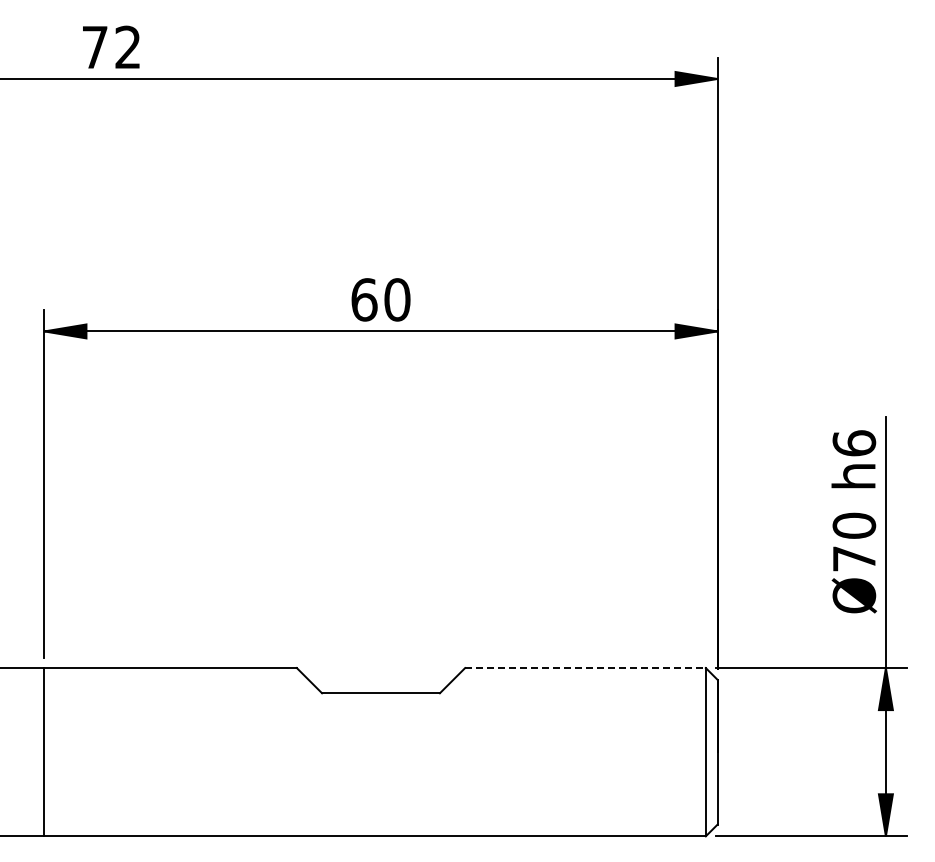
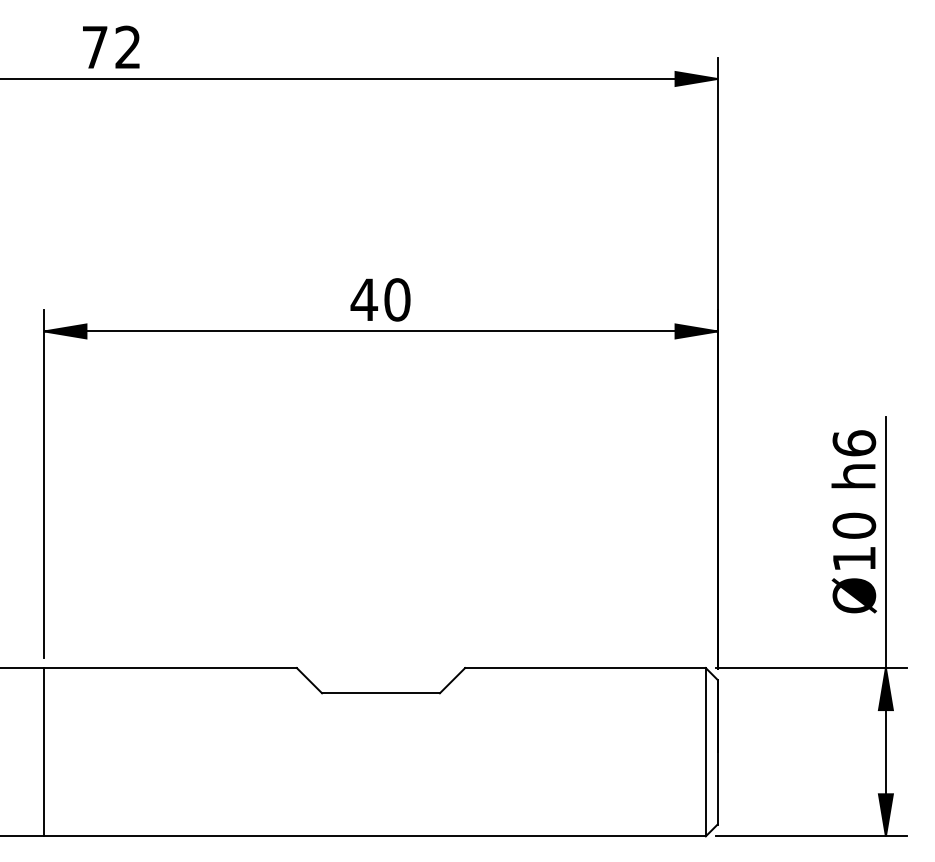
text at (364, 299): 60 -> 40
text at (854, 558): Ø70 -> Ø10
line at (585, 668): dashed -> solid
